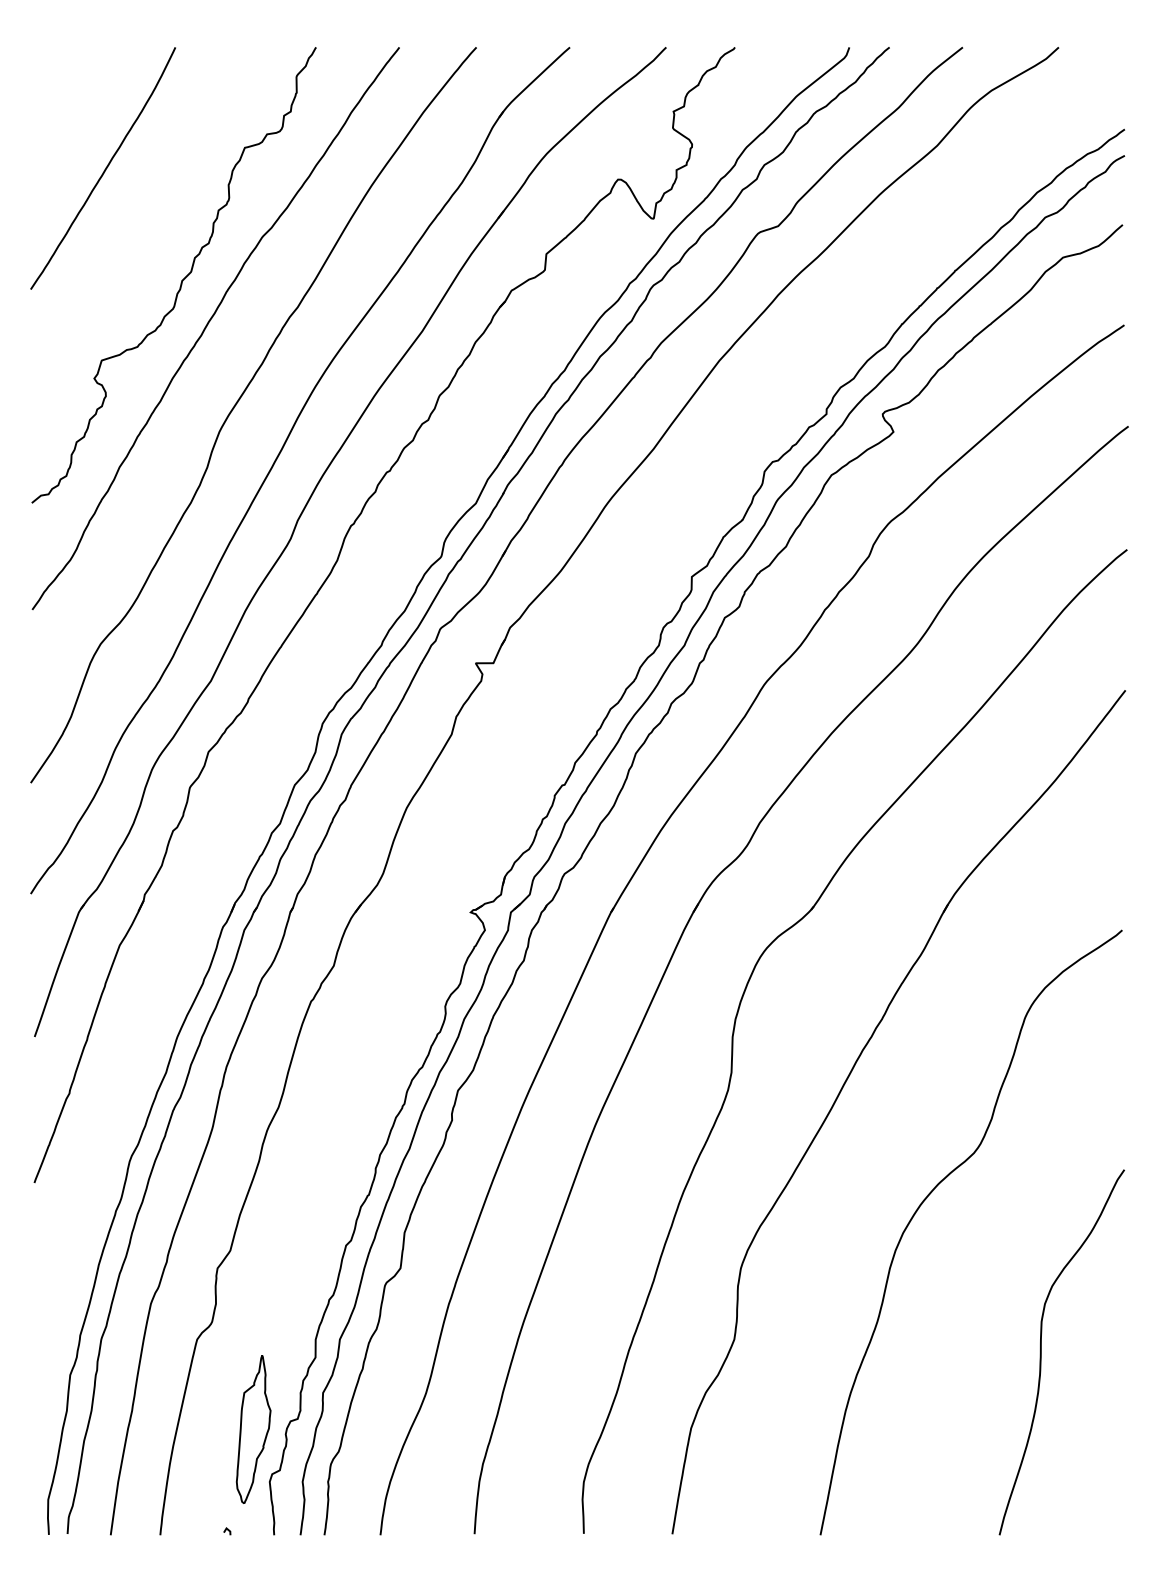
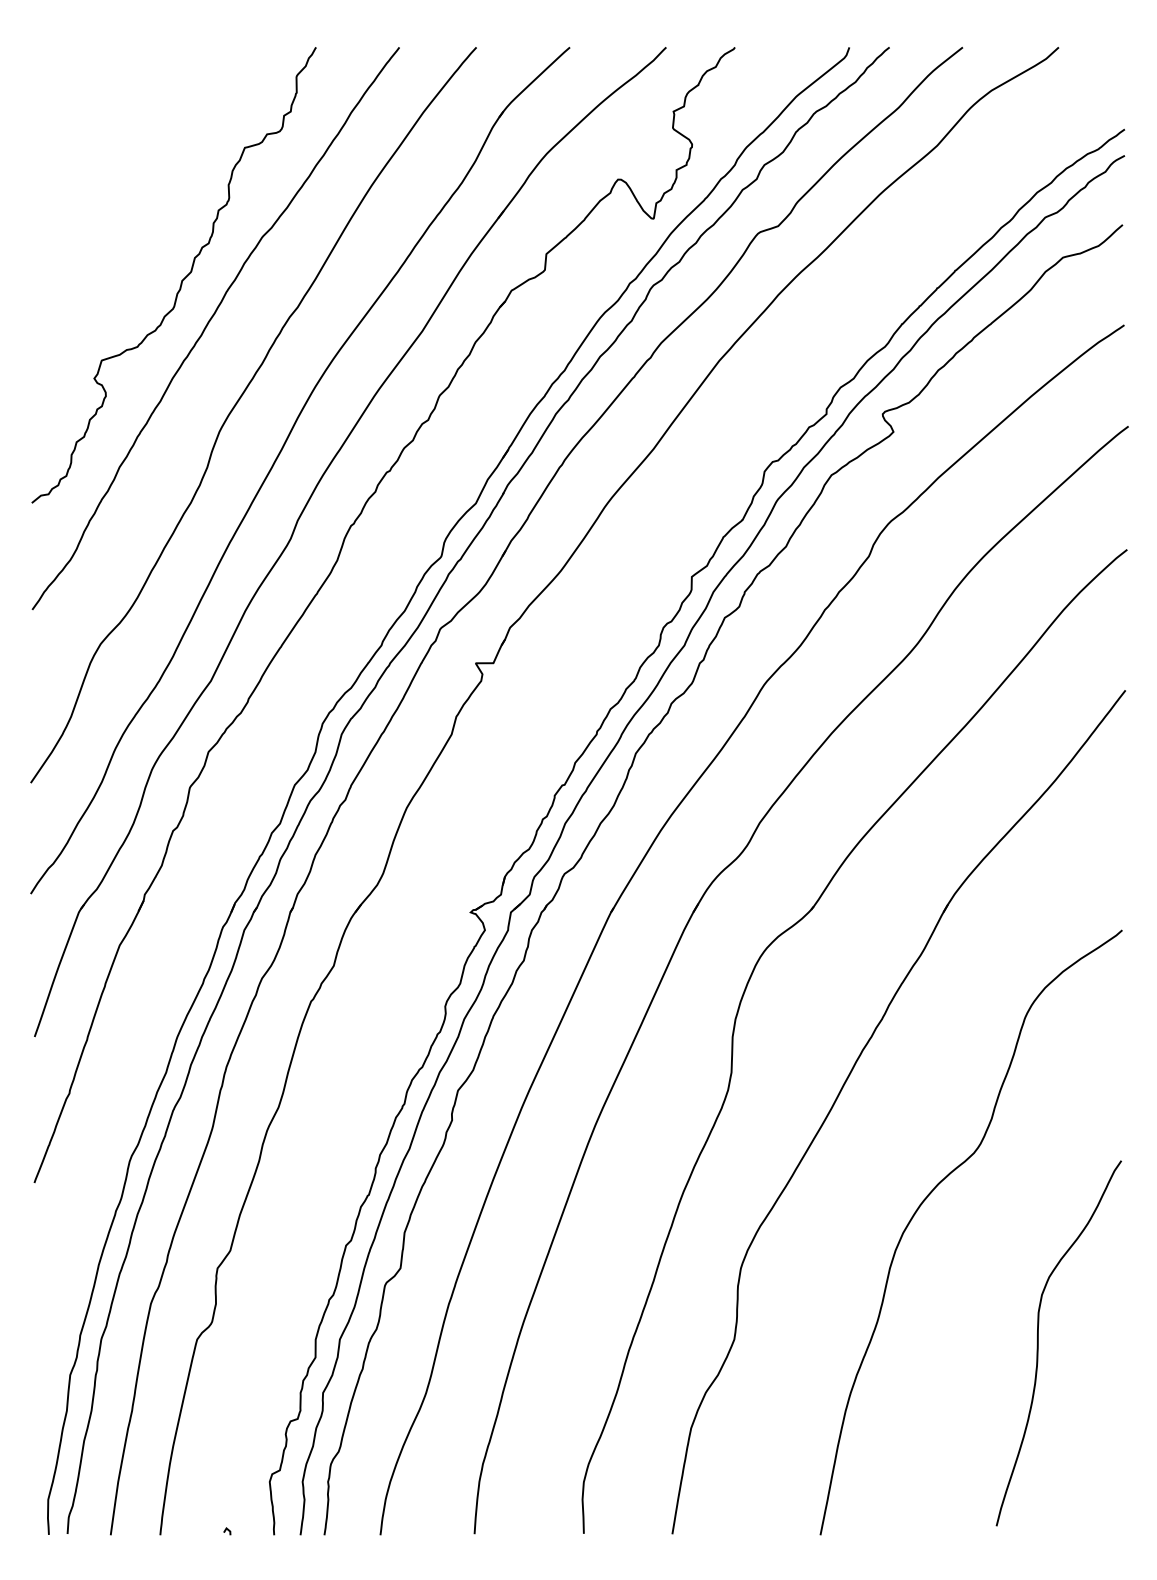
curve at (104, 169): present -> none
curve at (1041, 1352) position: (1041, 1352) -> (1038, 1343)
part at (253, 1429): present -> none
